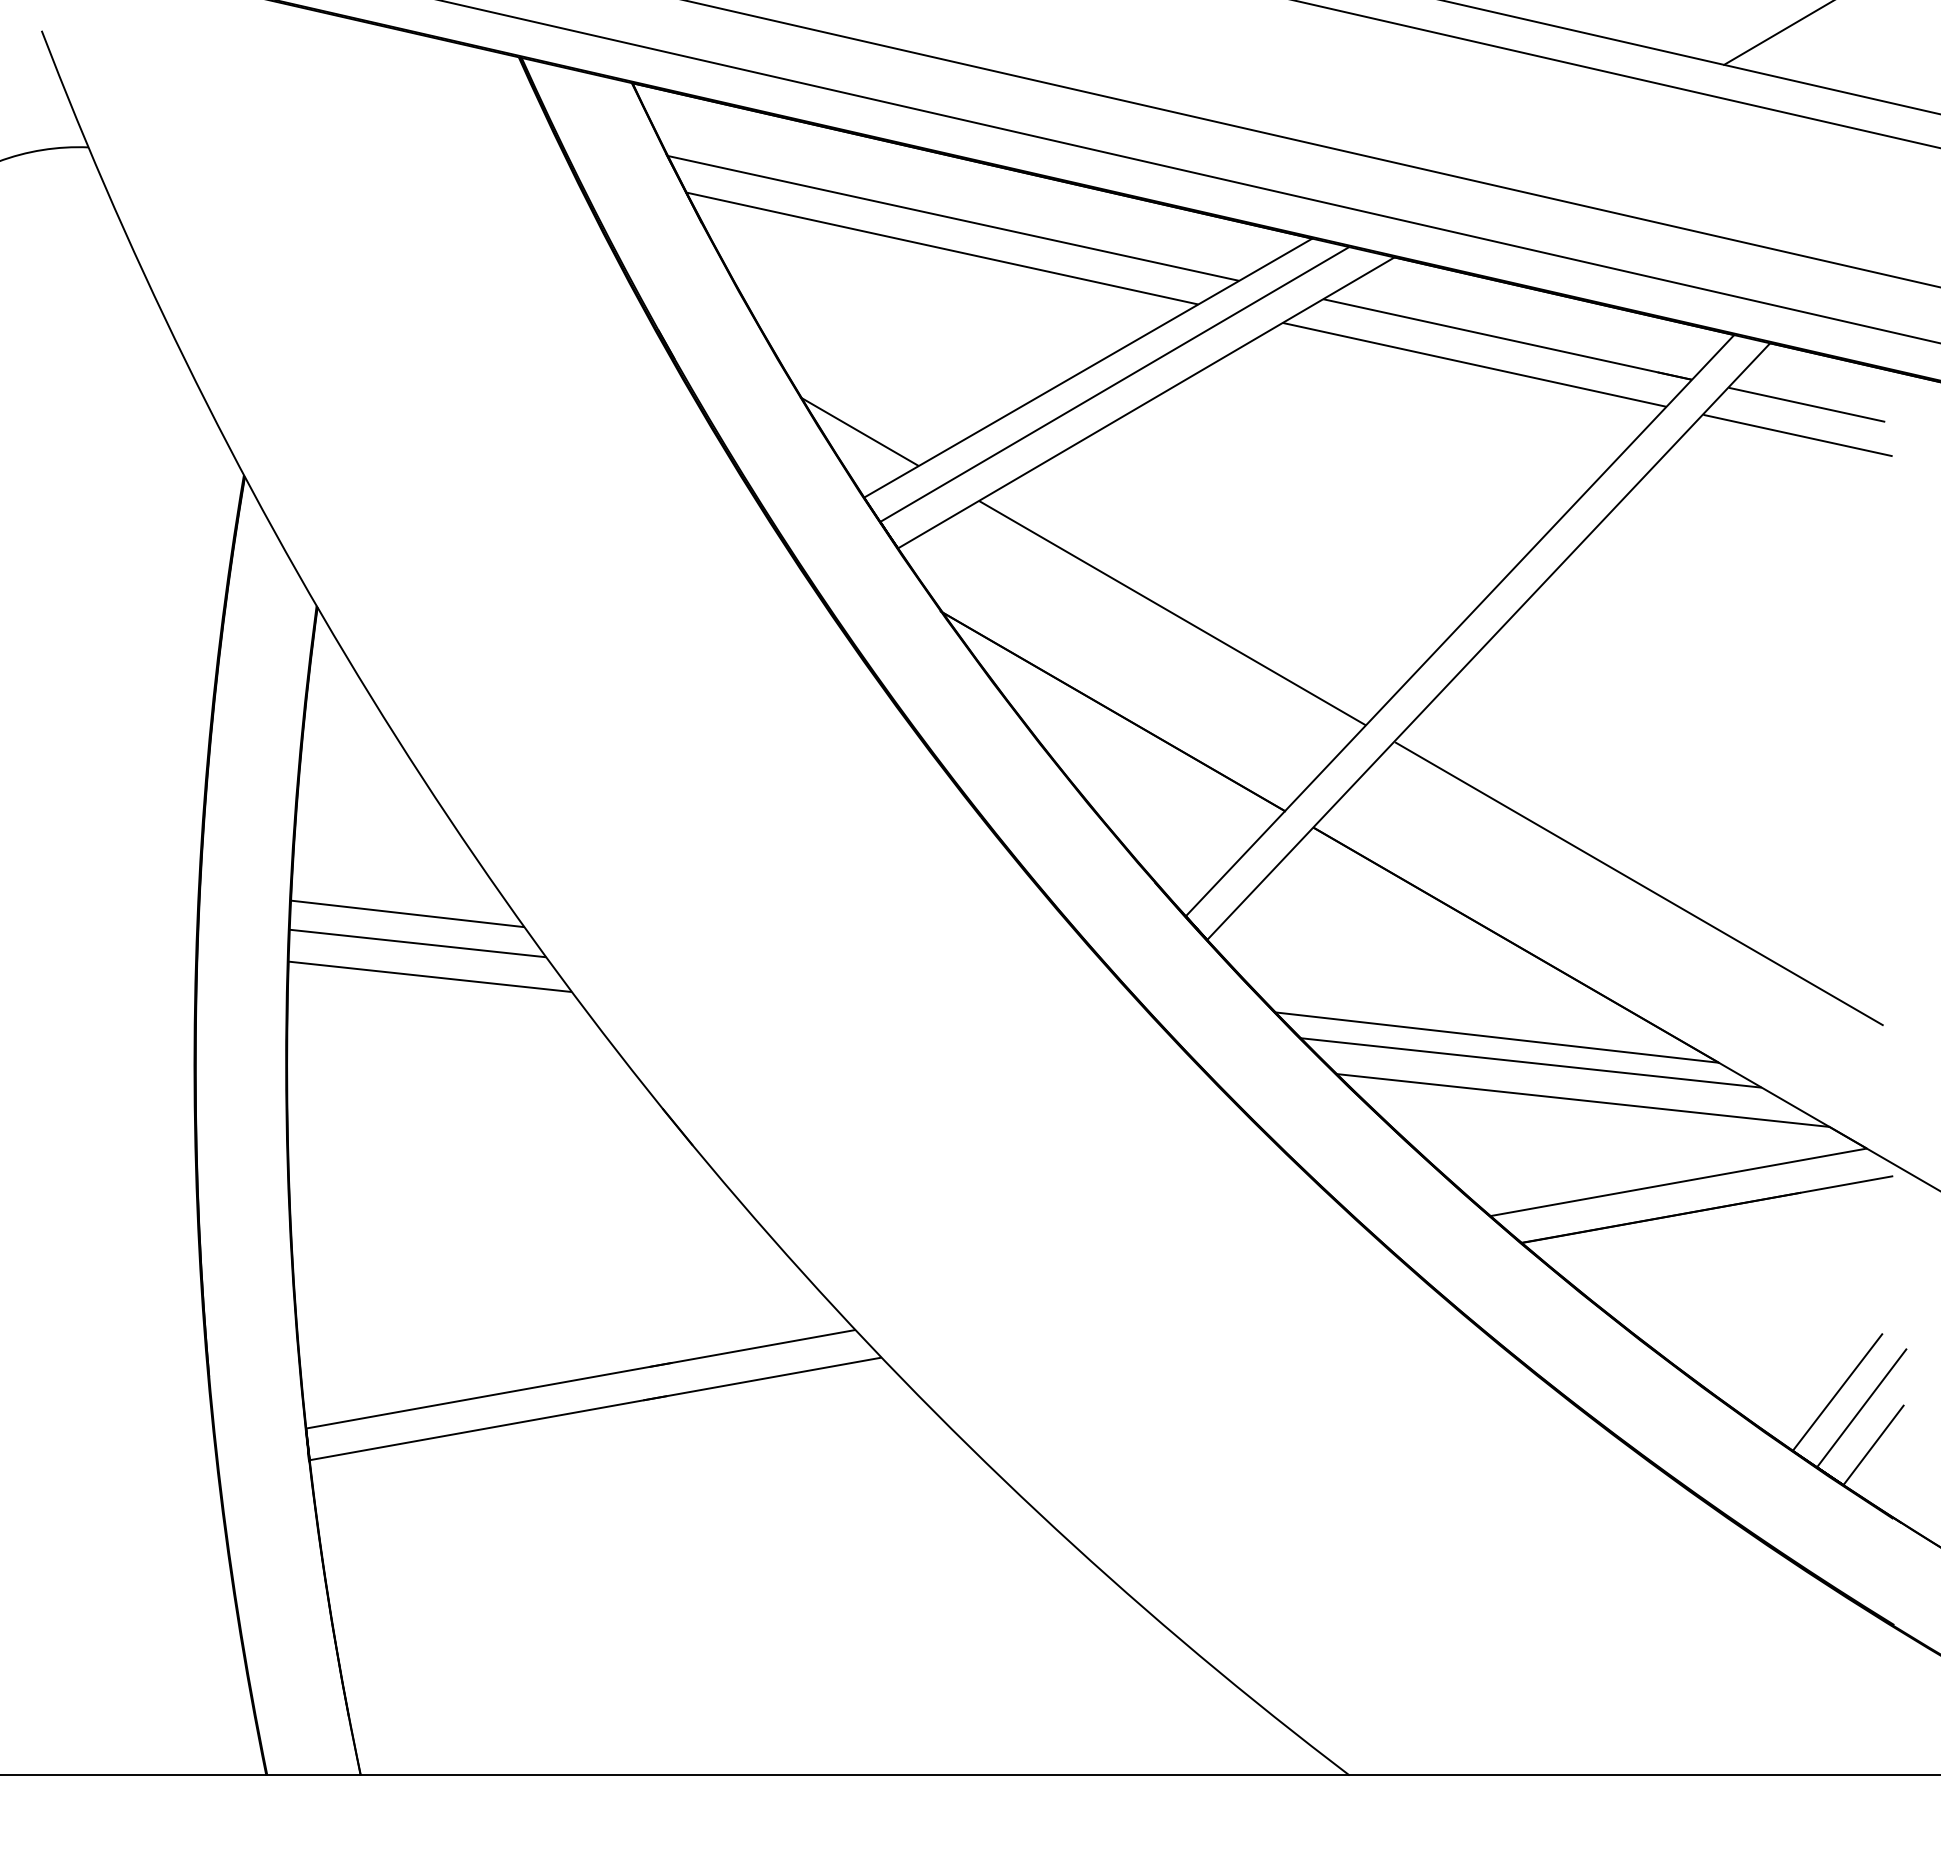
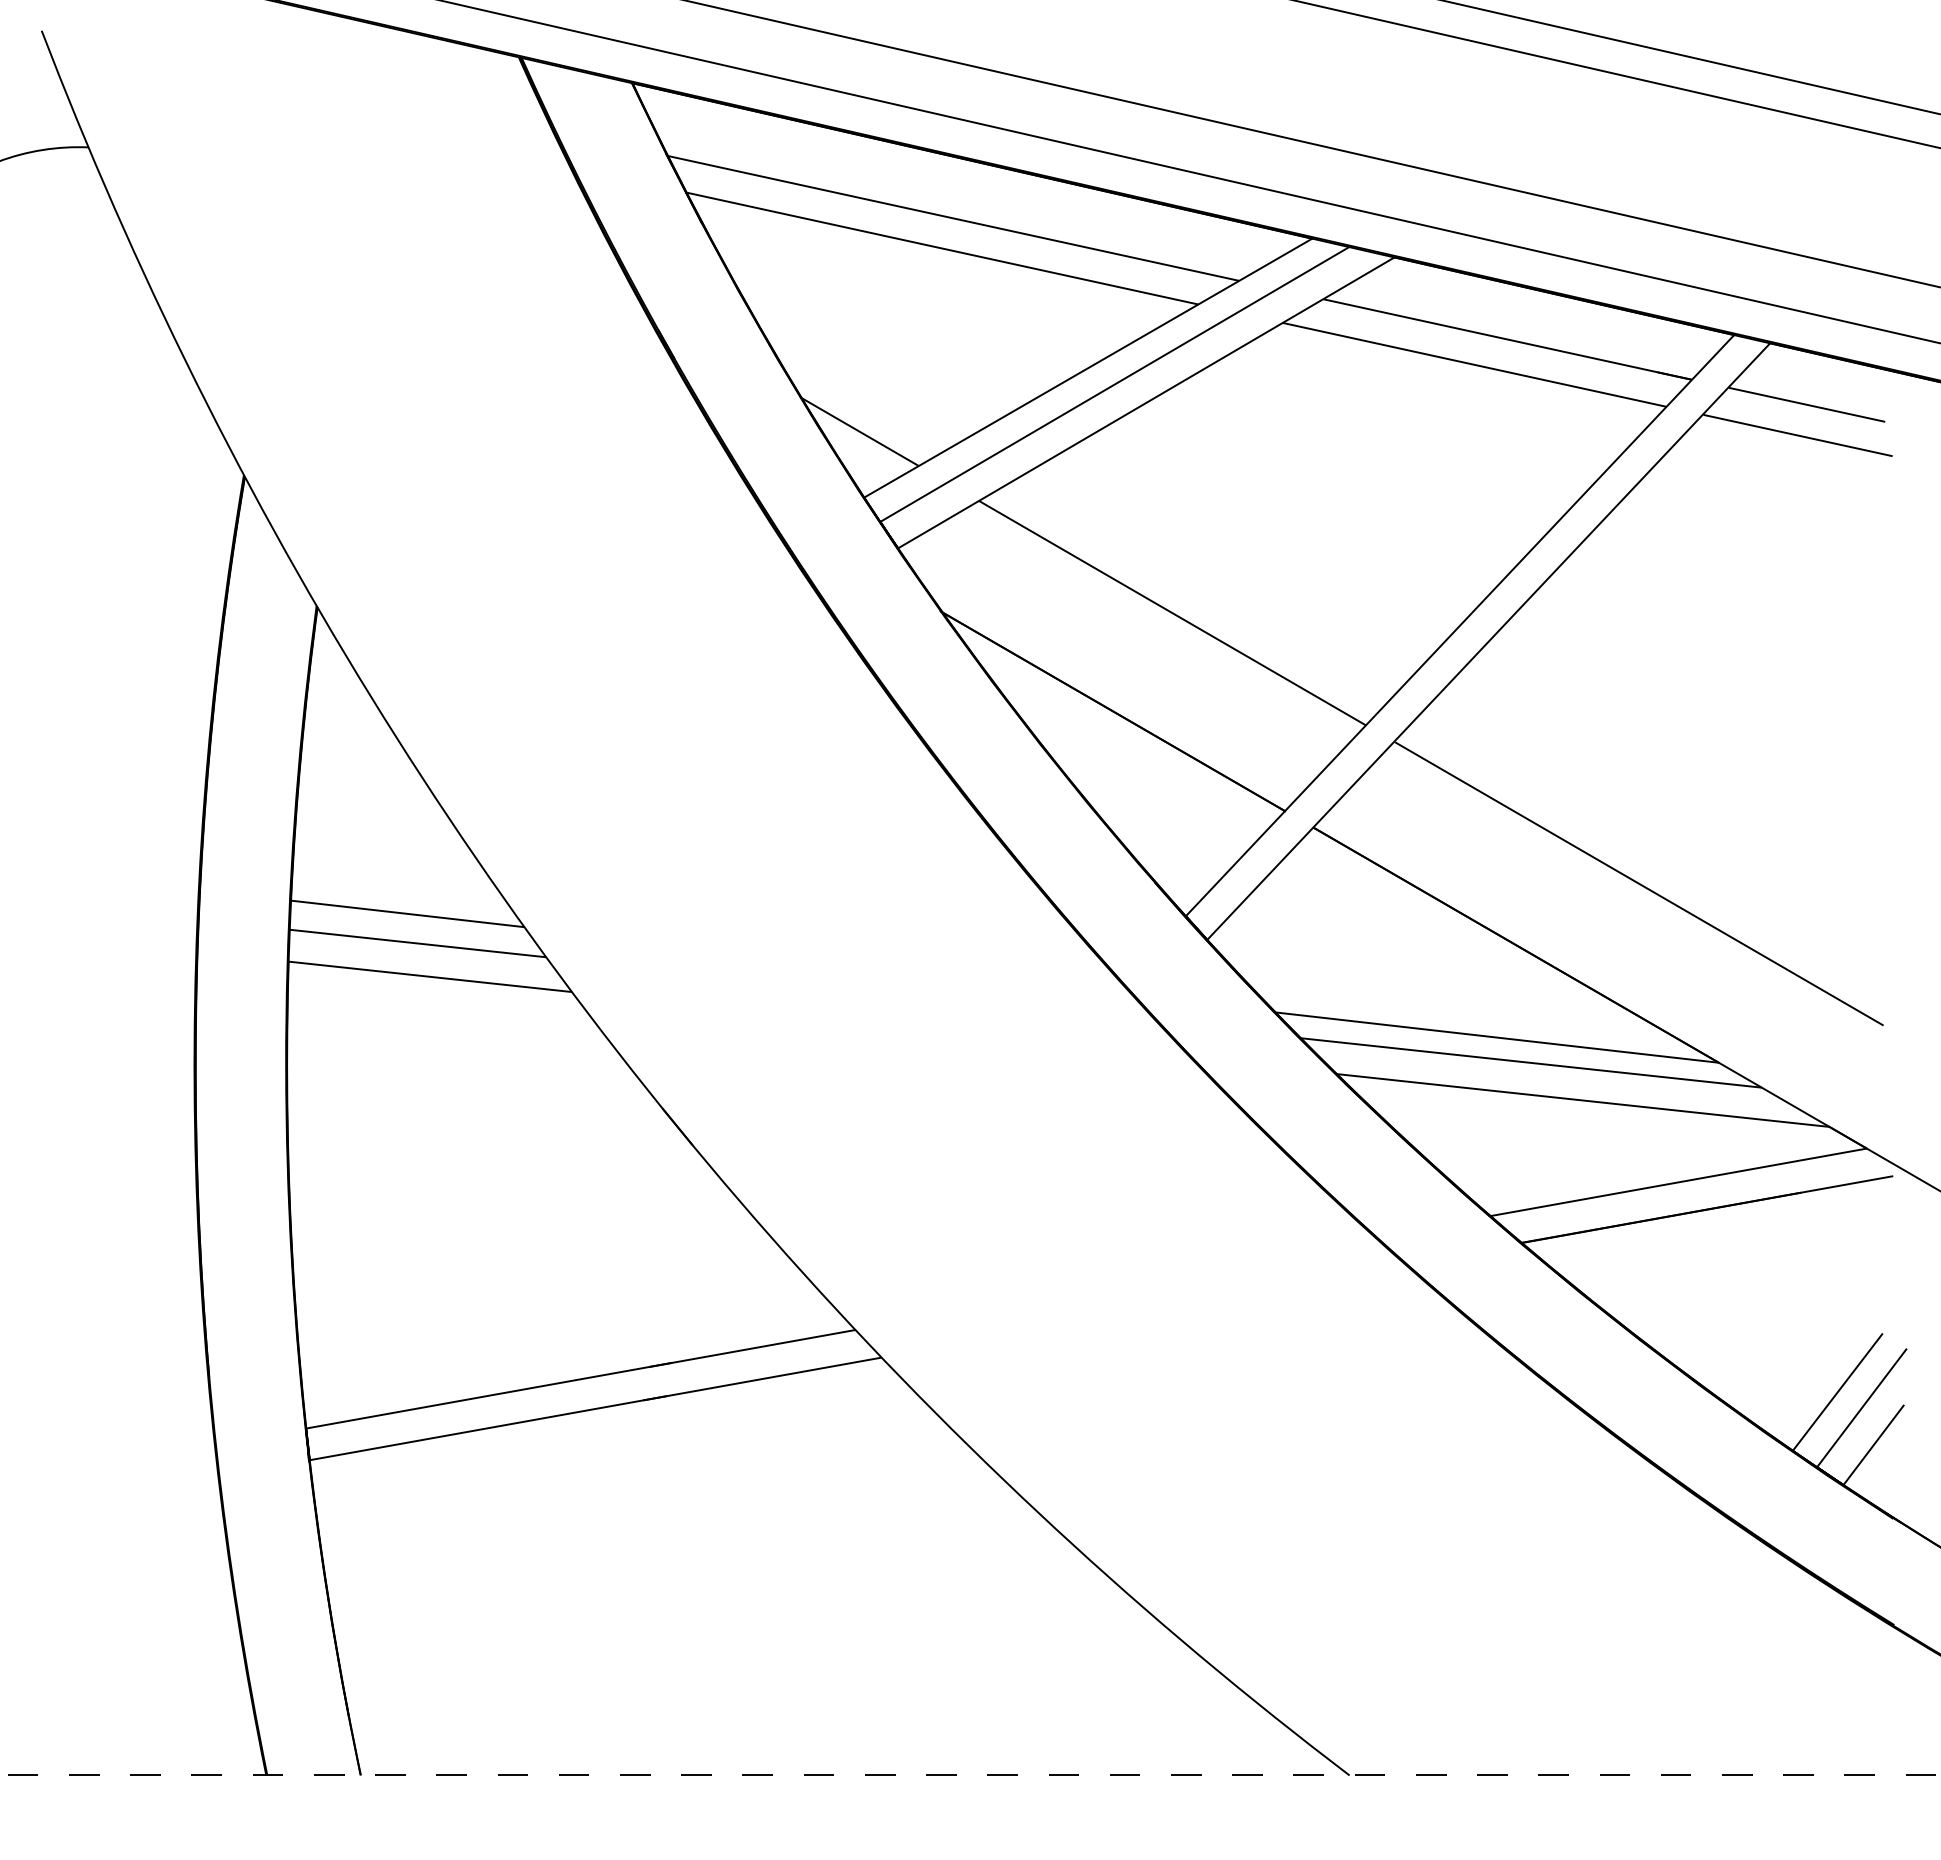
line at (1777, 33): present -> none
line at (970, 1775): solid -> dashed
